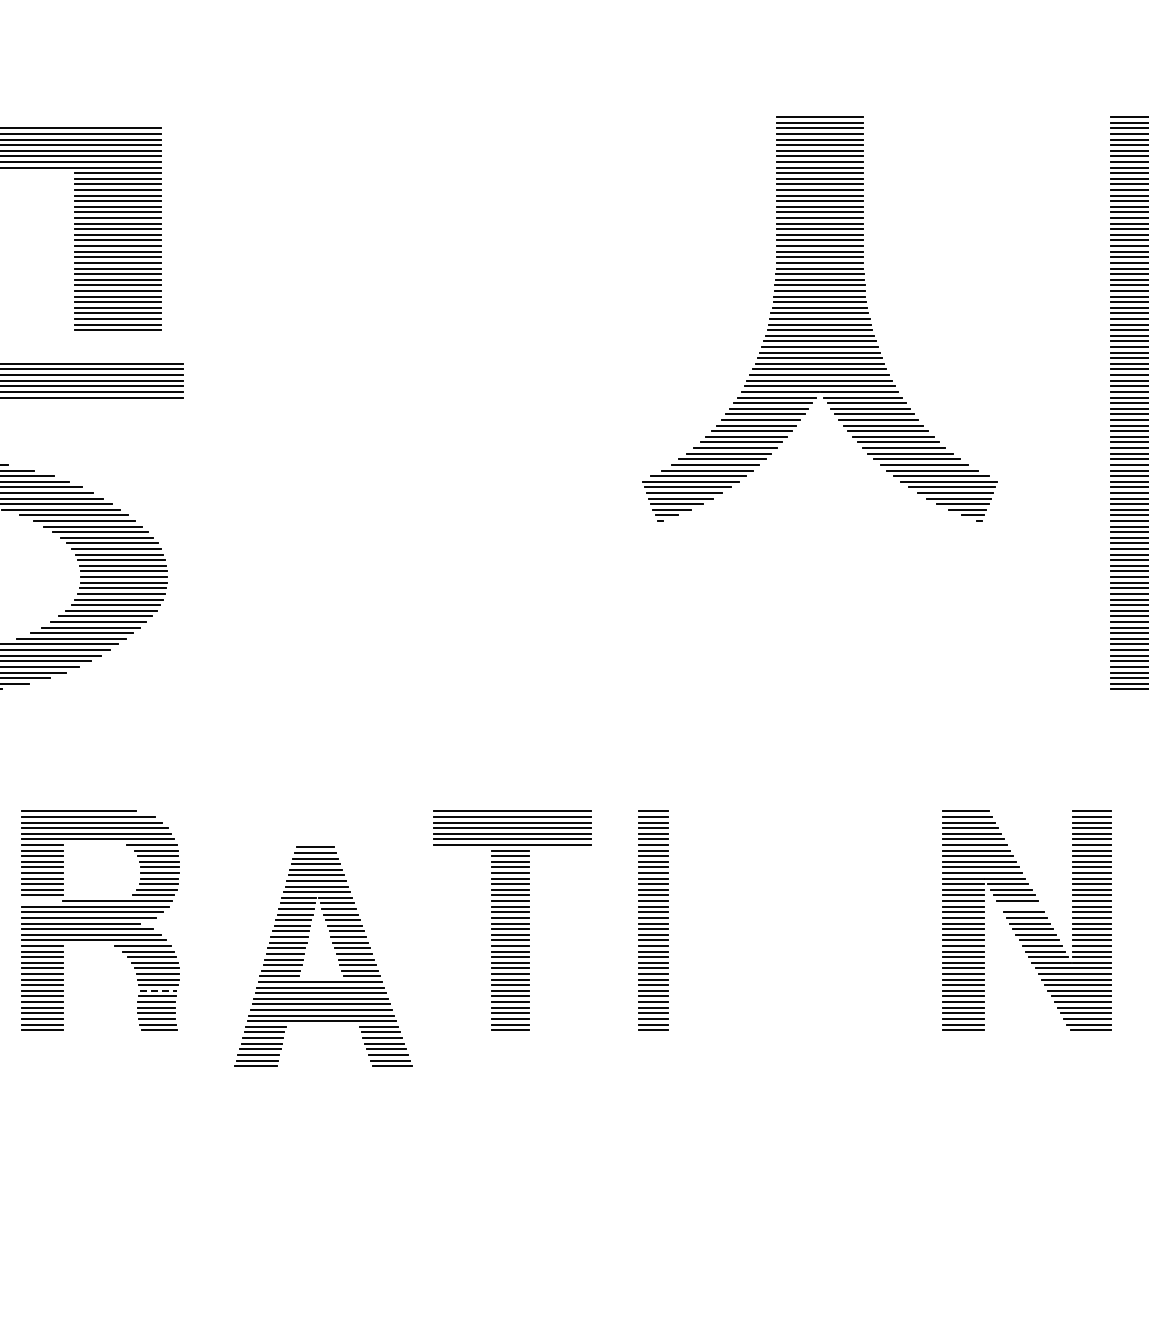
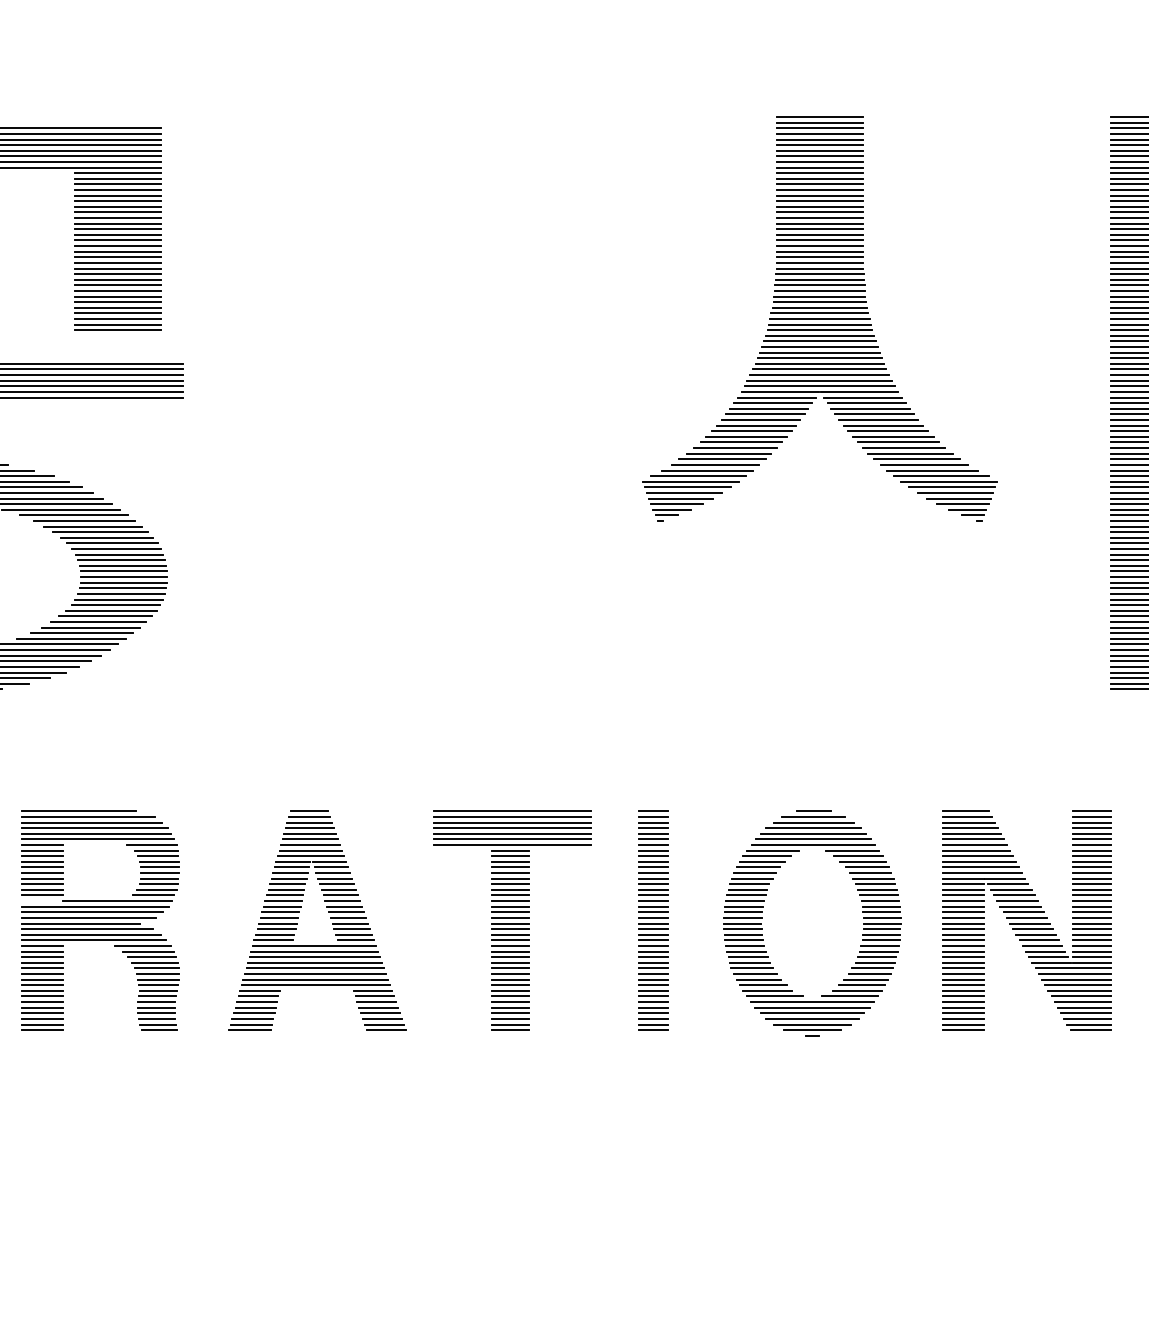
line at (1020, 906): none -> present
part at (762, 918): none -> present
part at (336, 954) position: (336, 954) -> (330, 918)
line at (158, 990): dashed -> solid
